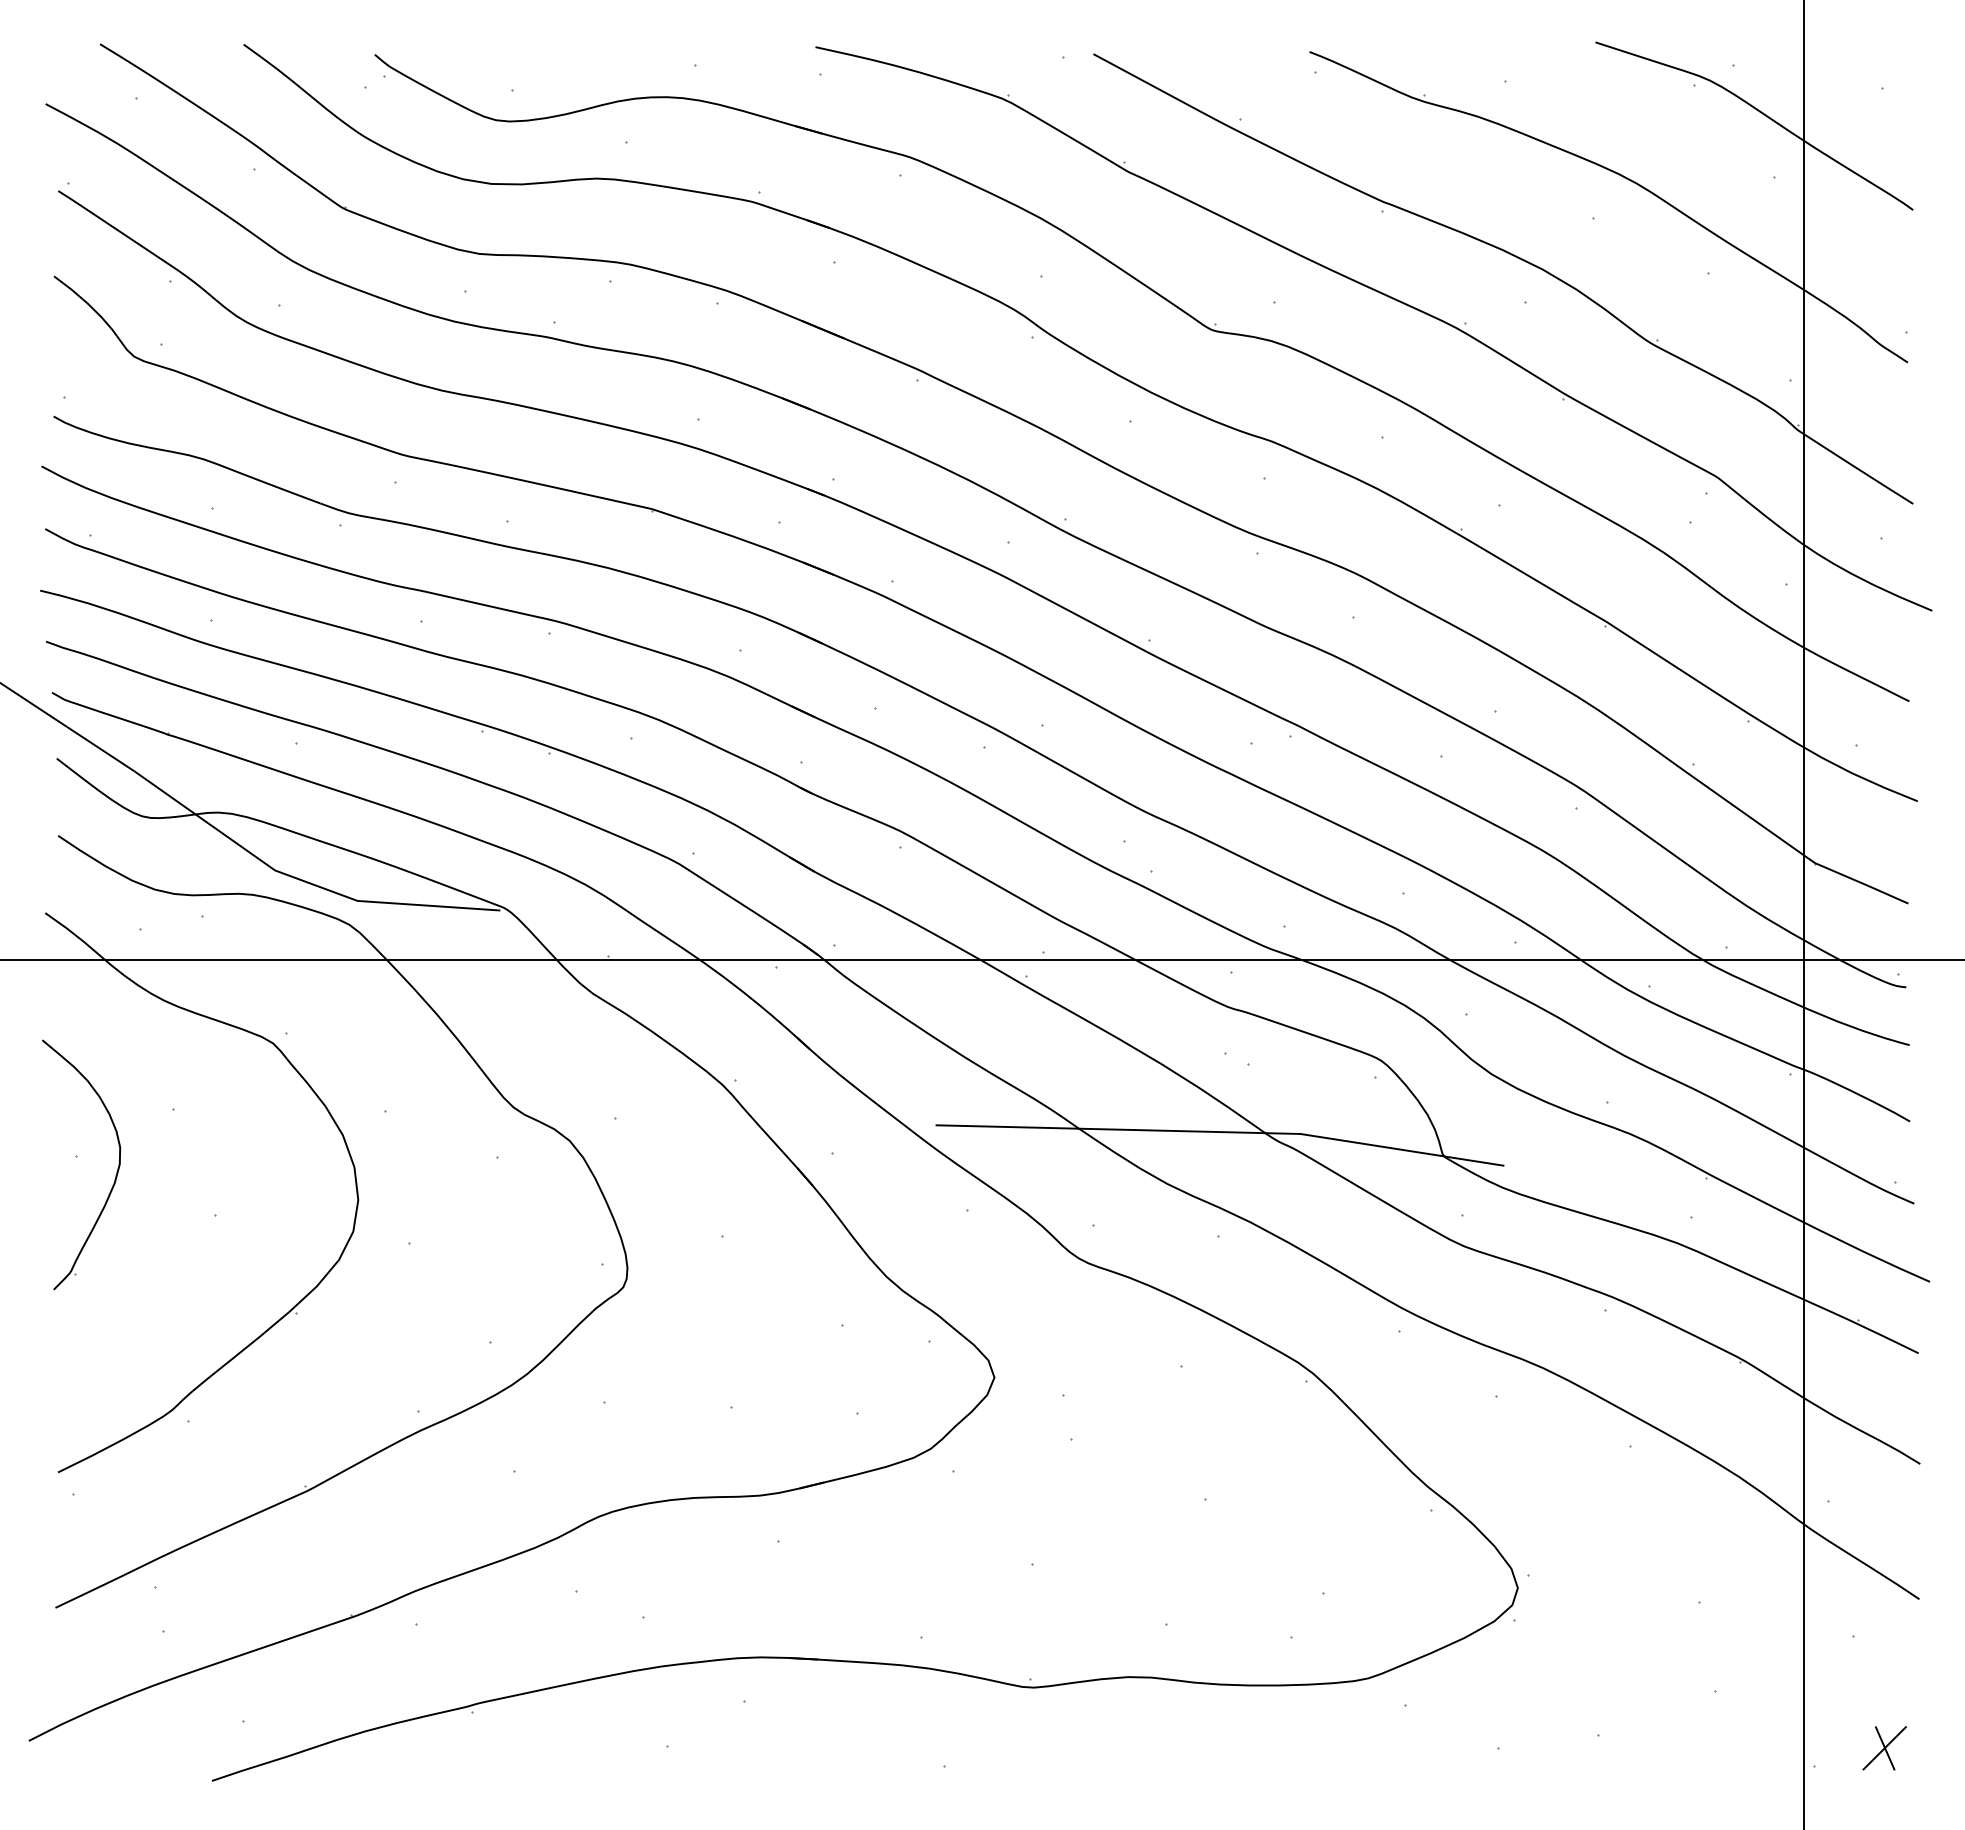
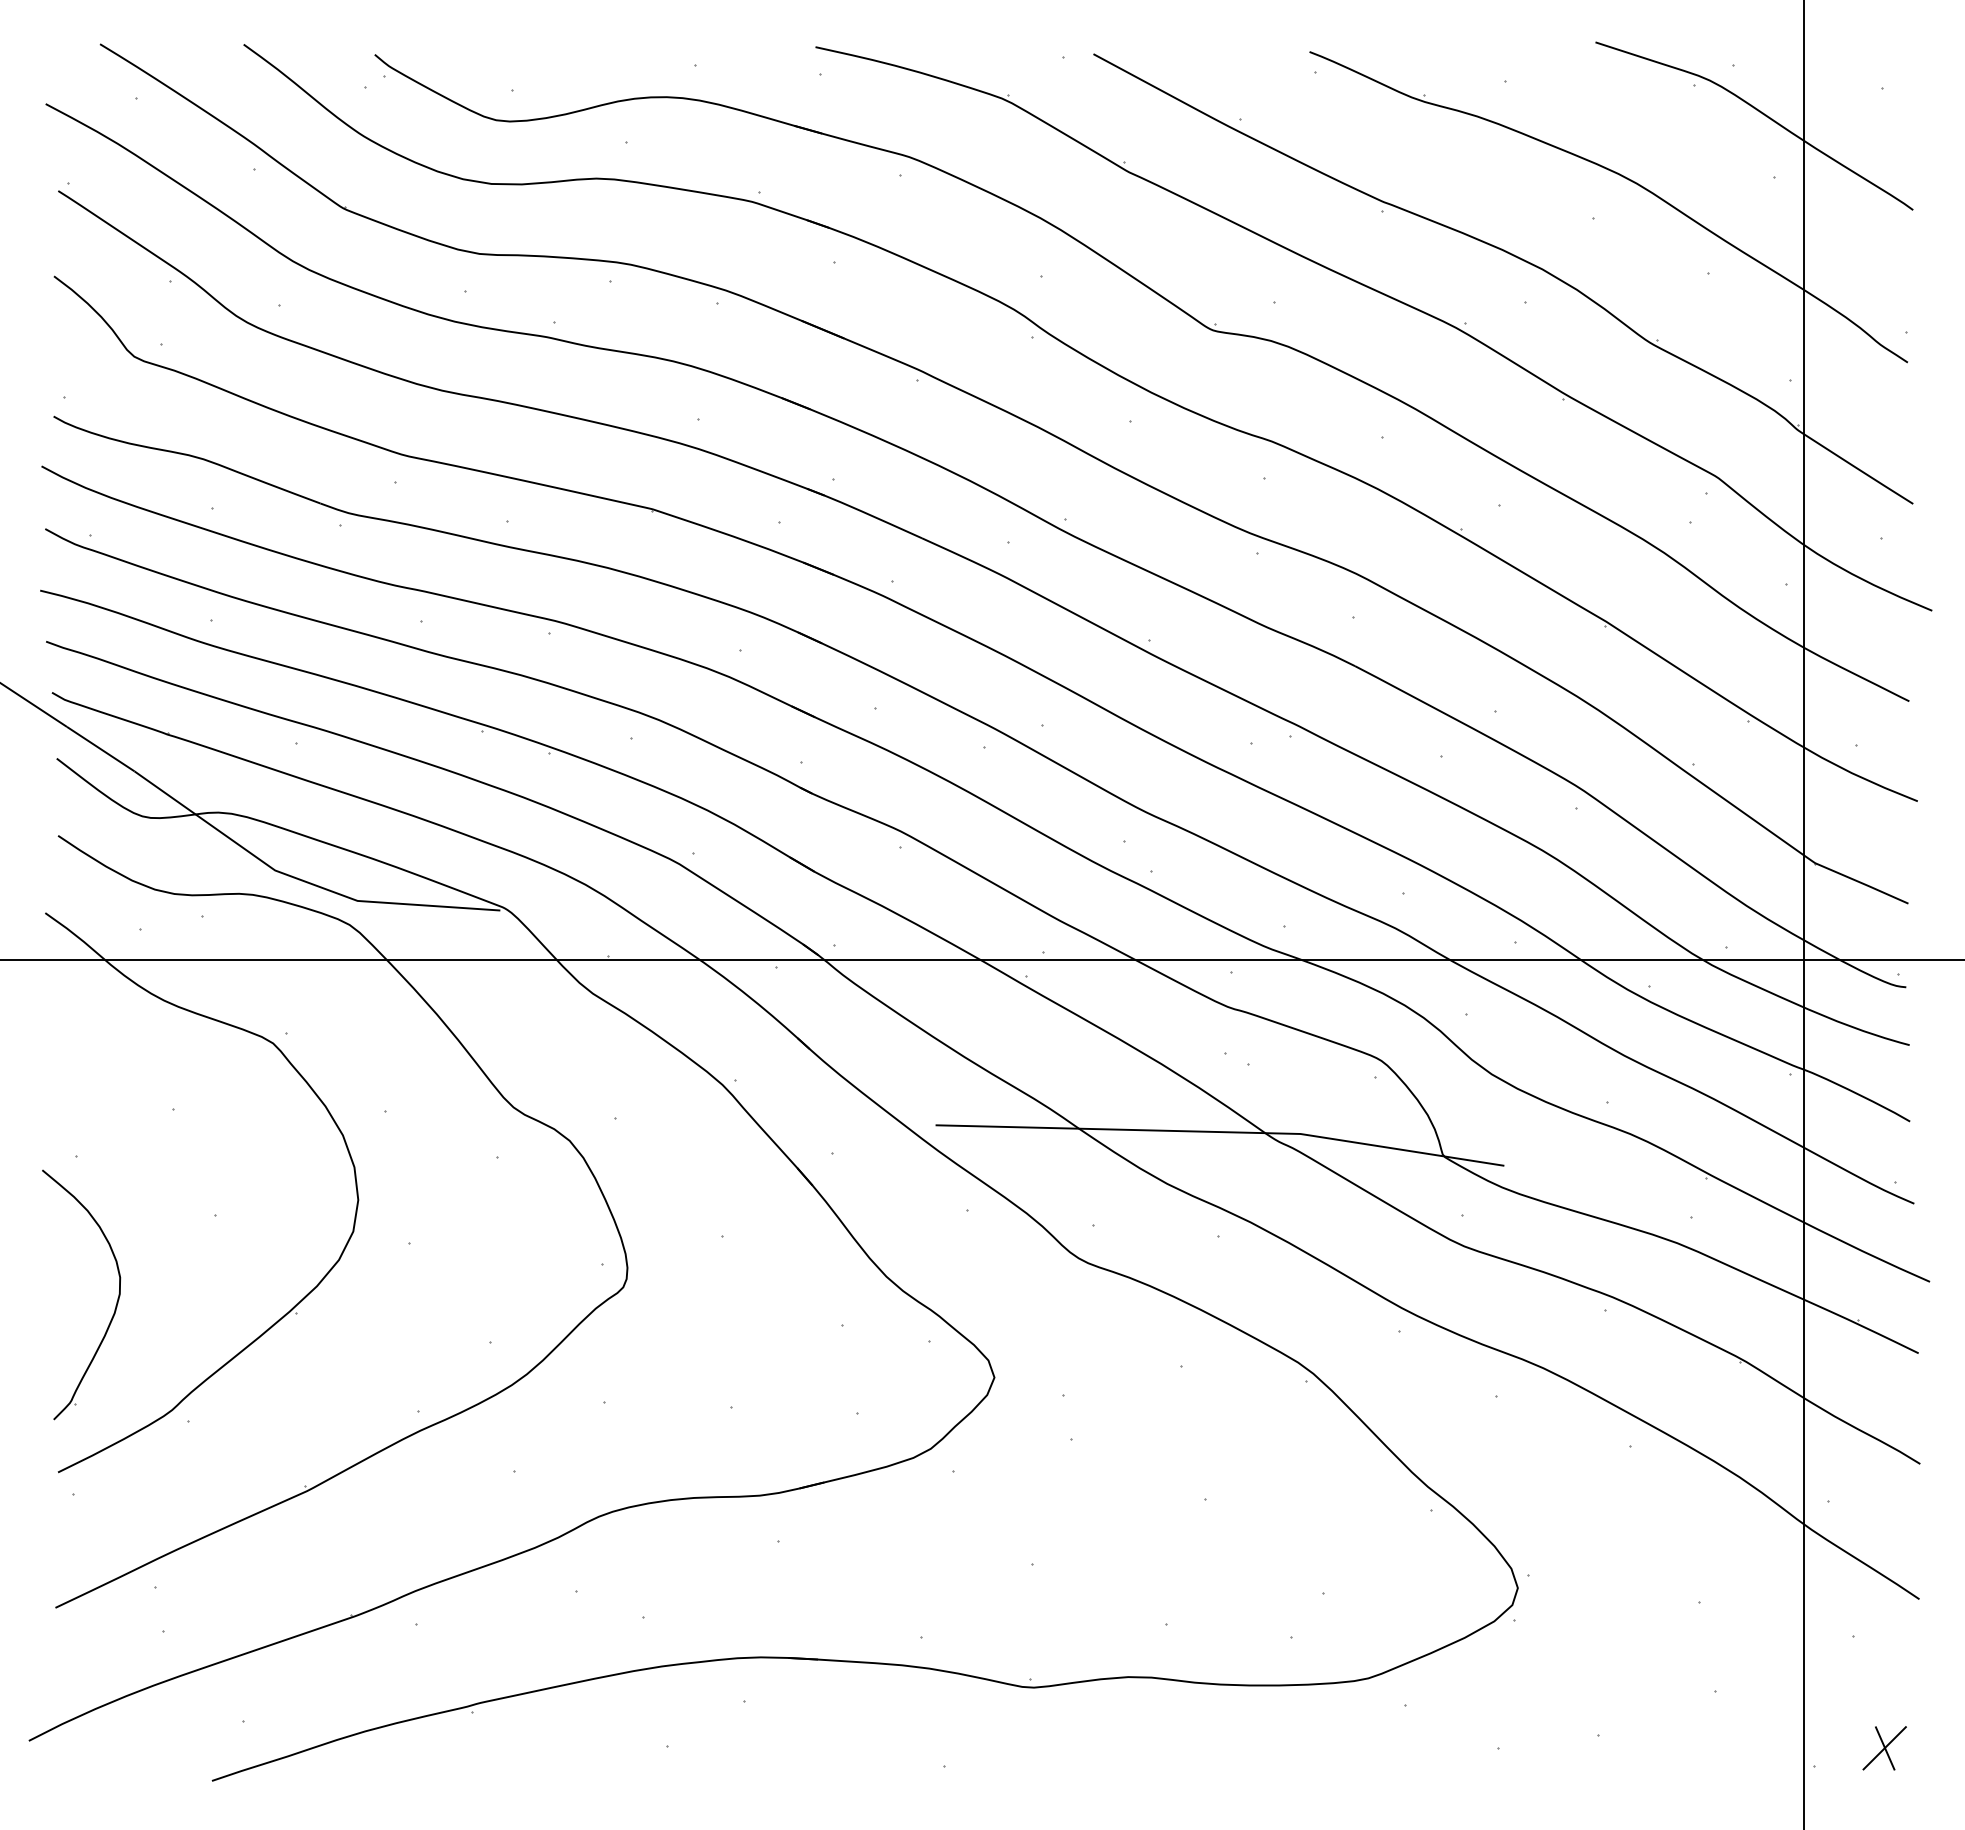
part at (116, 1171) position: (116, 1171) -> (116, 1301)
